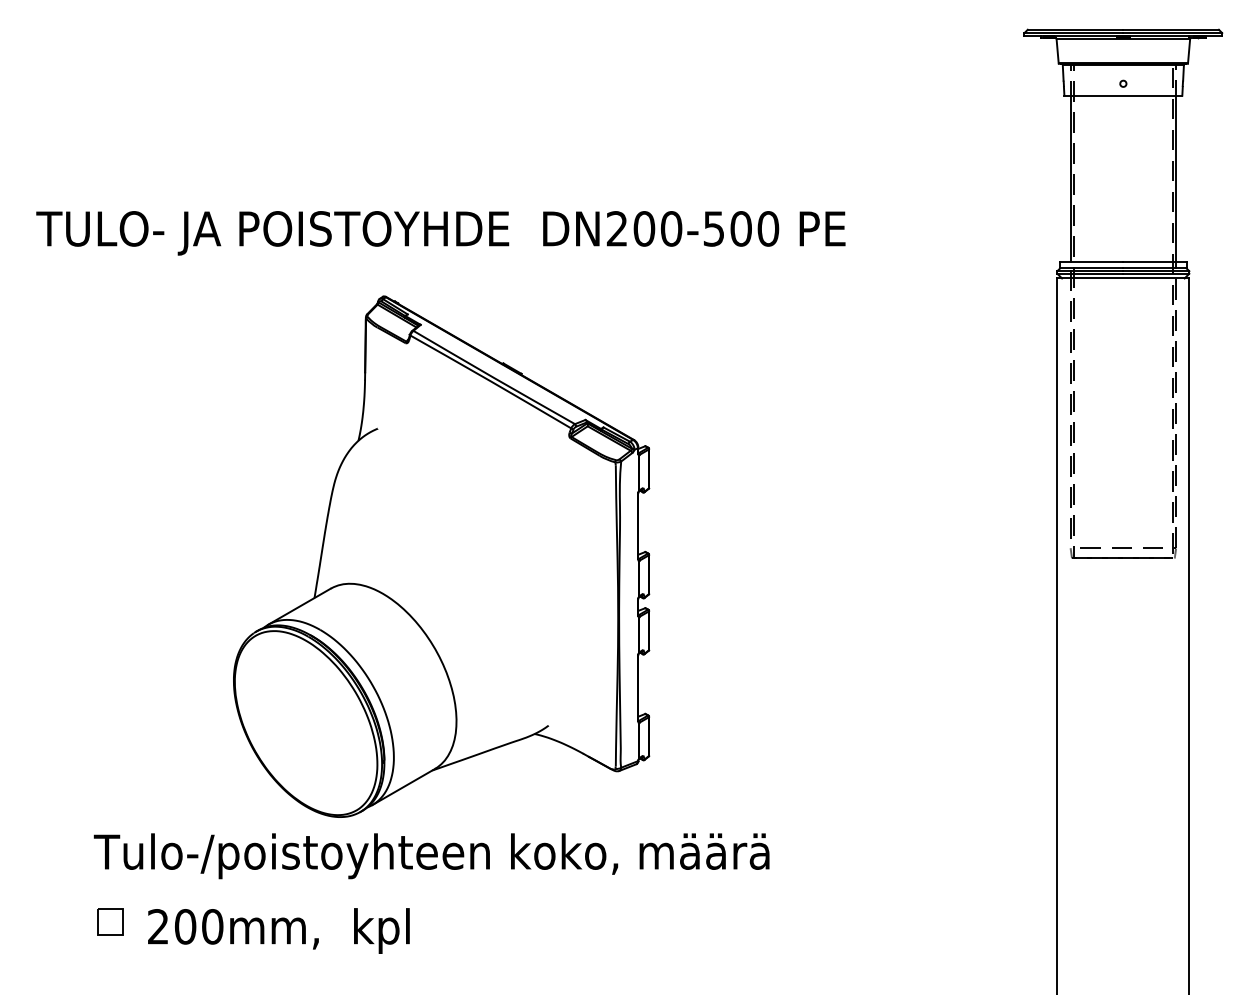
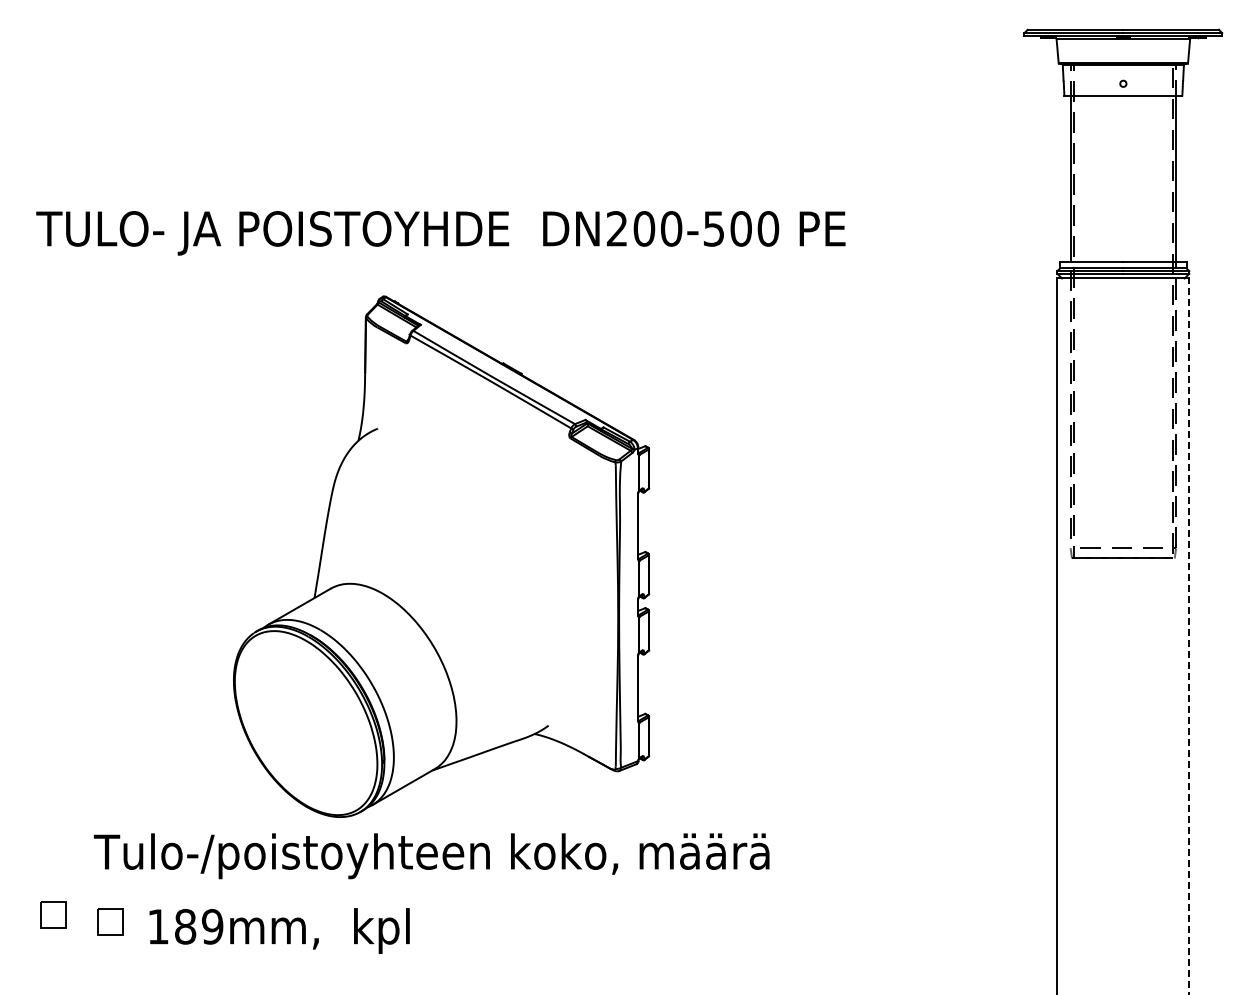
line at (1189, 636): solid -> dashed
part at (53, 914): none -> present
text at (185, 926): 200mm, -> 189mm,
